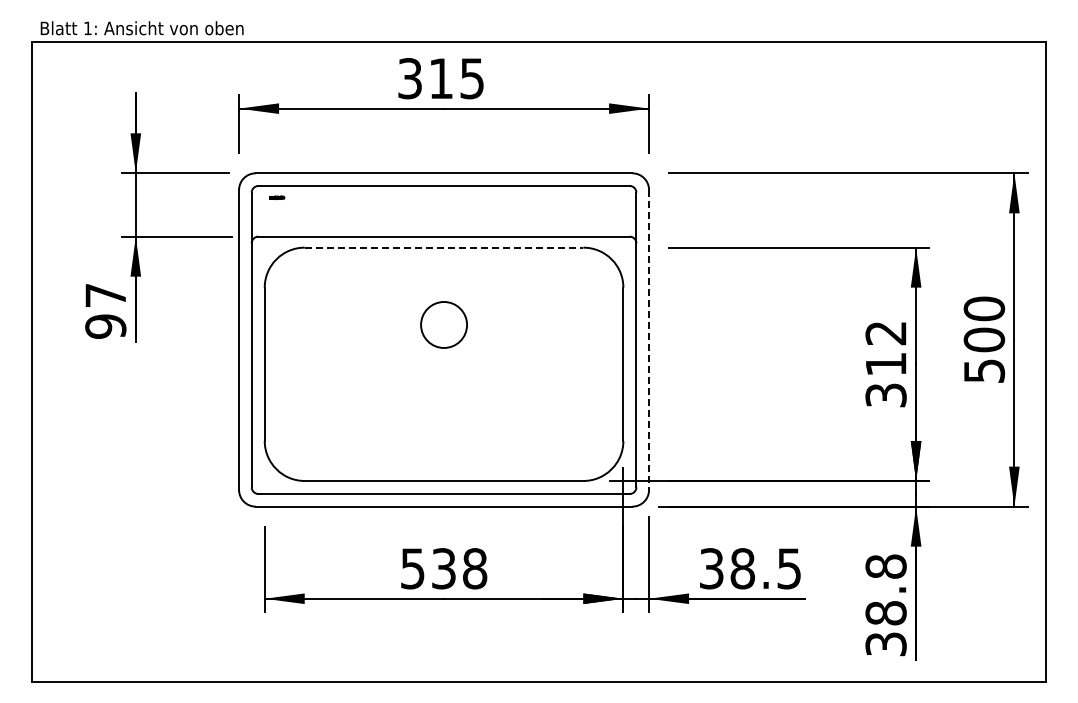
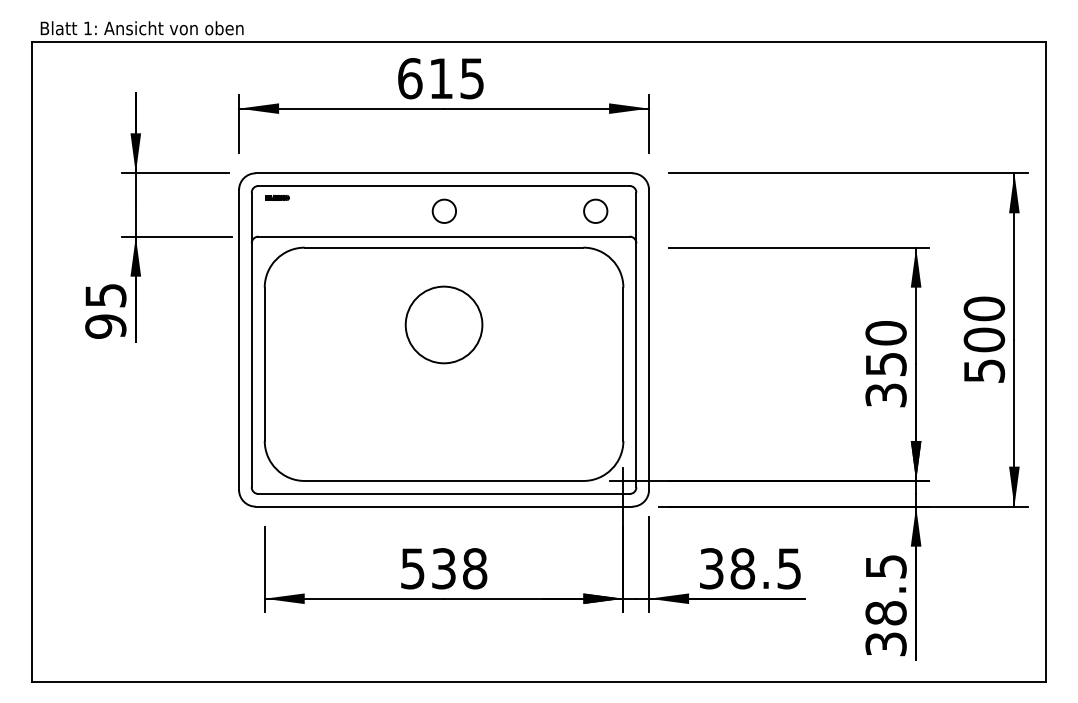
text at (410, 78): 315 -> 615
part at (277, 197) size: 17x5 px -> 25x7 px
circle at (443, 210): none -> present
circle at (595, 210): none -> present
line at (444, 247): dashed -> solid
text at (105, 295): 97 -> 95
circle at (444, 324) diameter: 46 px -> 77 px
line at (649, 339): dashed -> solid
text at (885, 348): 312 -> 350
text at (885, 566): 38.8 -> 38.5
